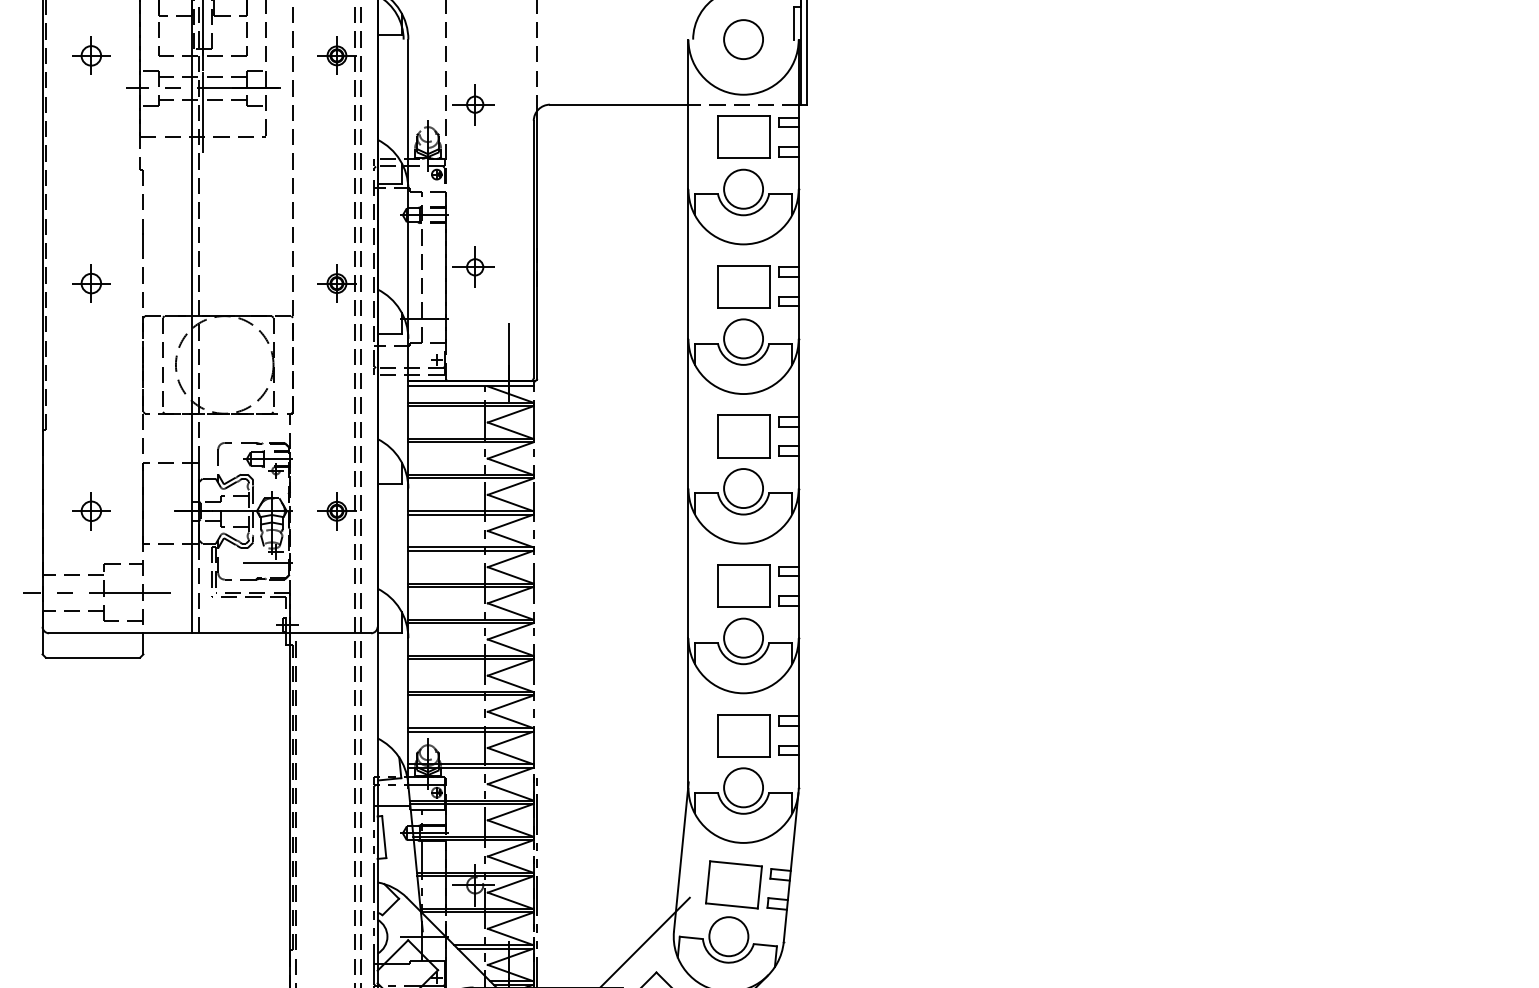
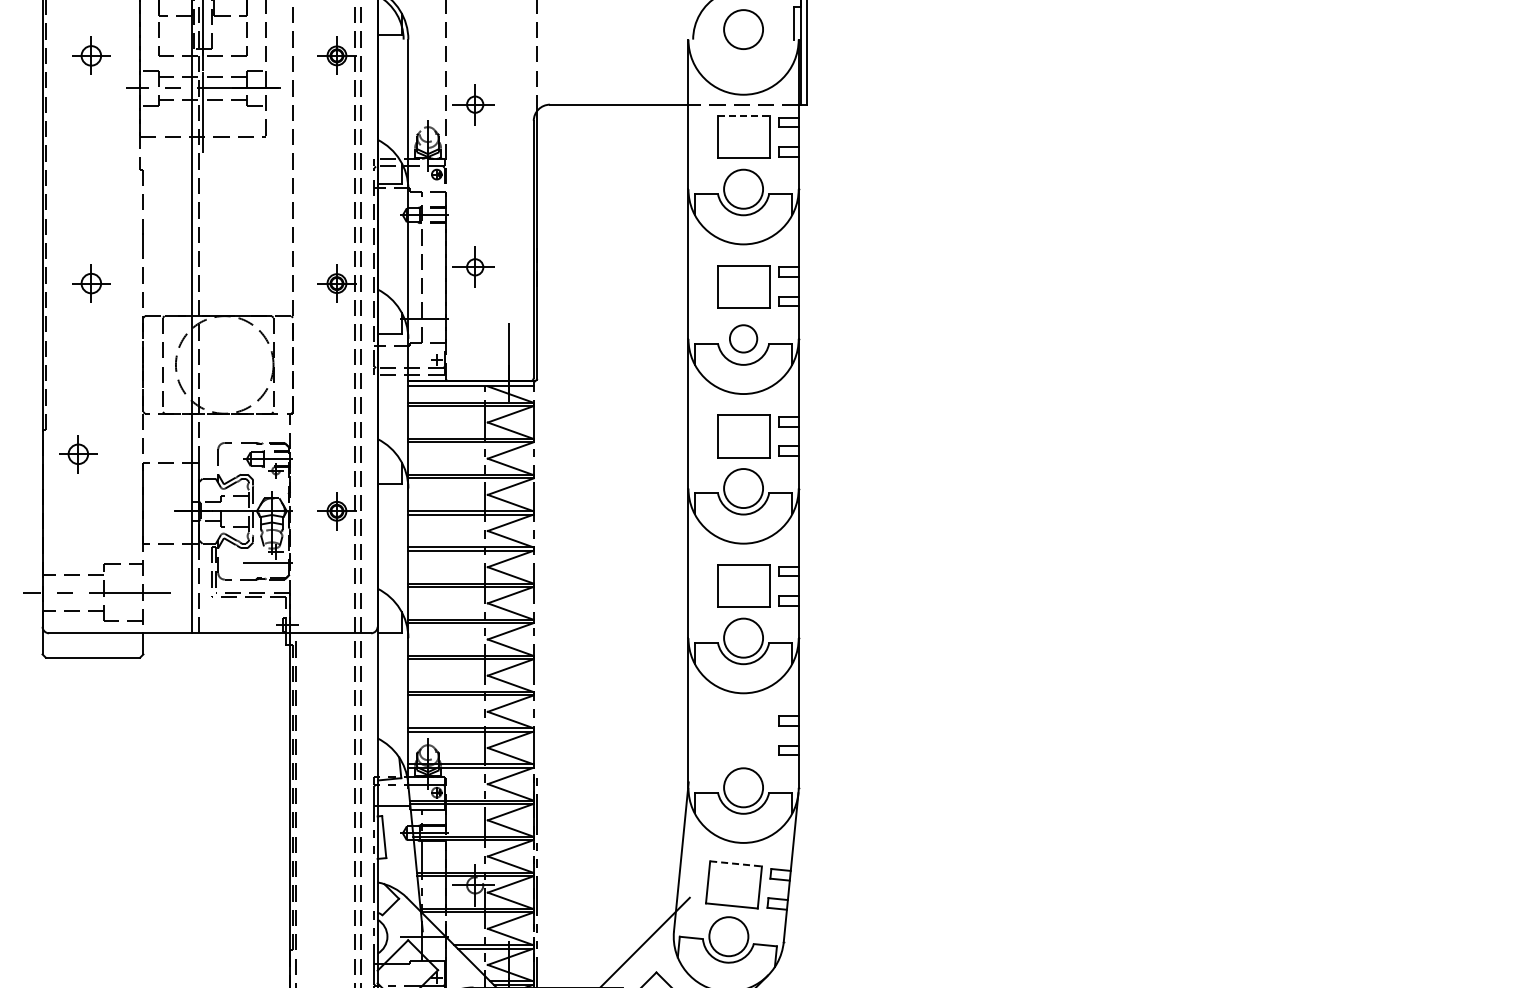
circle at (743, 39) position: (743, 39) -> (743, 29)
line at (744, 116): solid -> dashed
circle at (743, 338) diameter: 39 px -> 27 px
part at (91, 511) position: (91, 511) -> (78, 454)
part at (743, 735): present -> none
line at (736, 863): solid -> dashed
